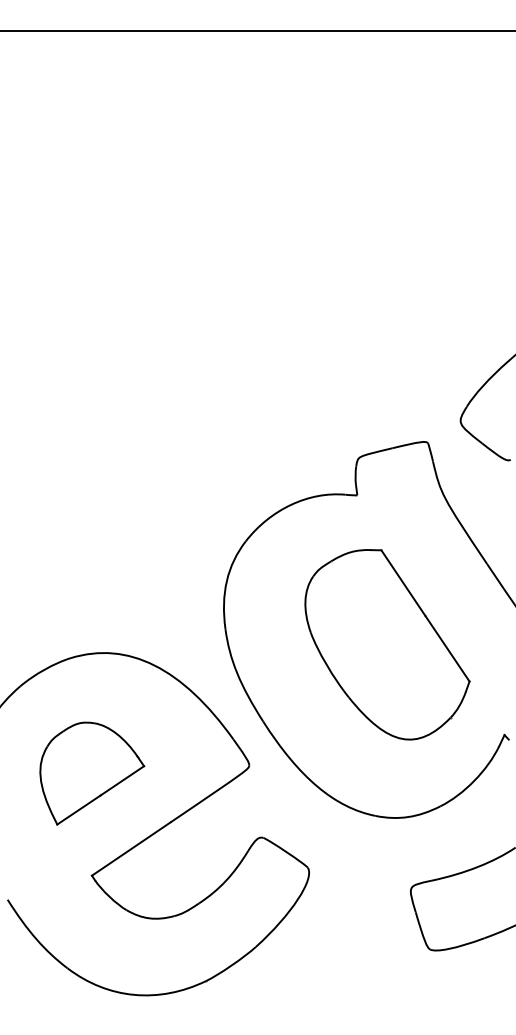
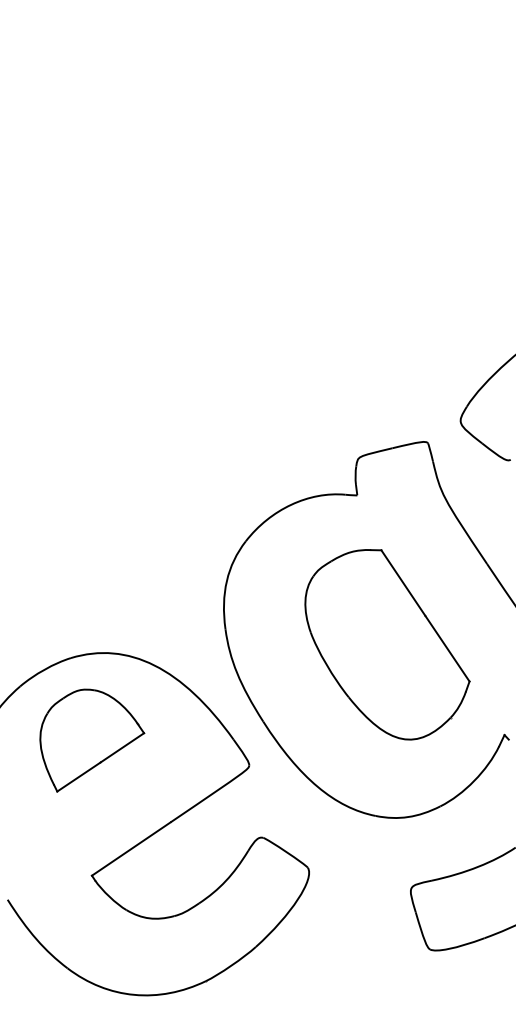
line at (257, 31): present -> none
part at (92, 773) position: (92, 773) -> (92, 740)
